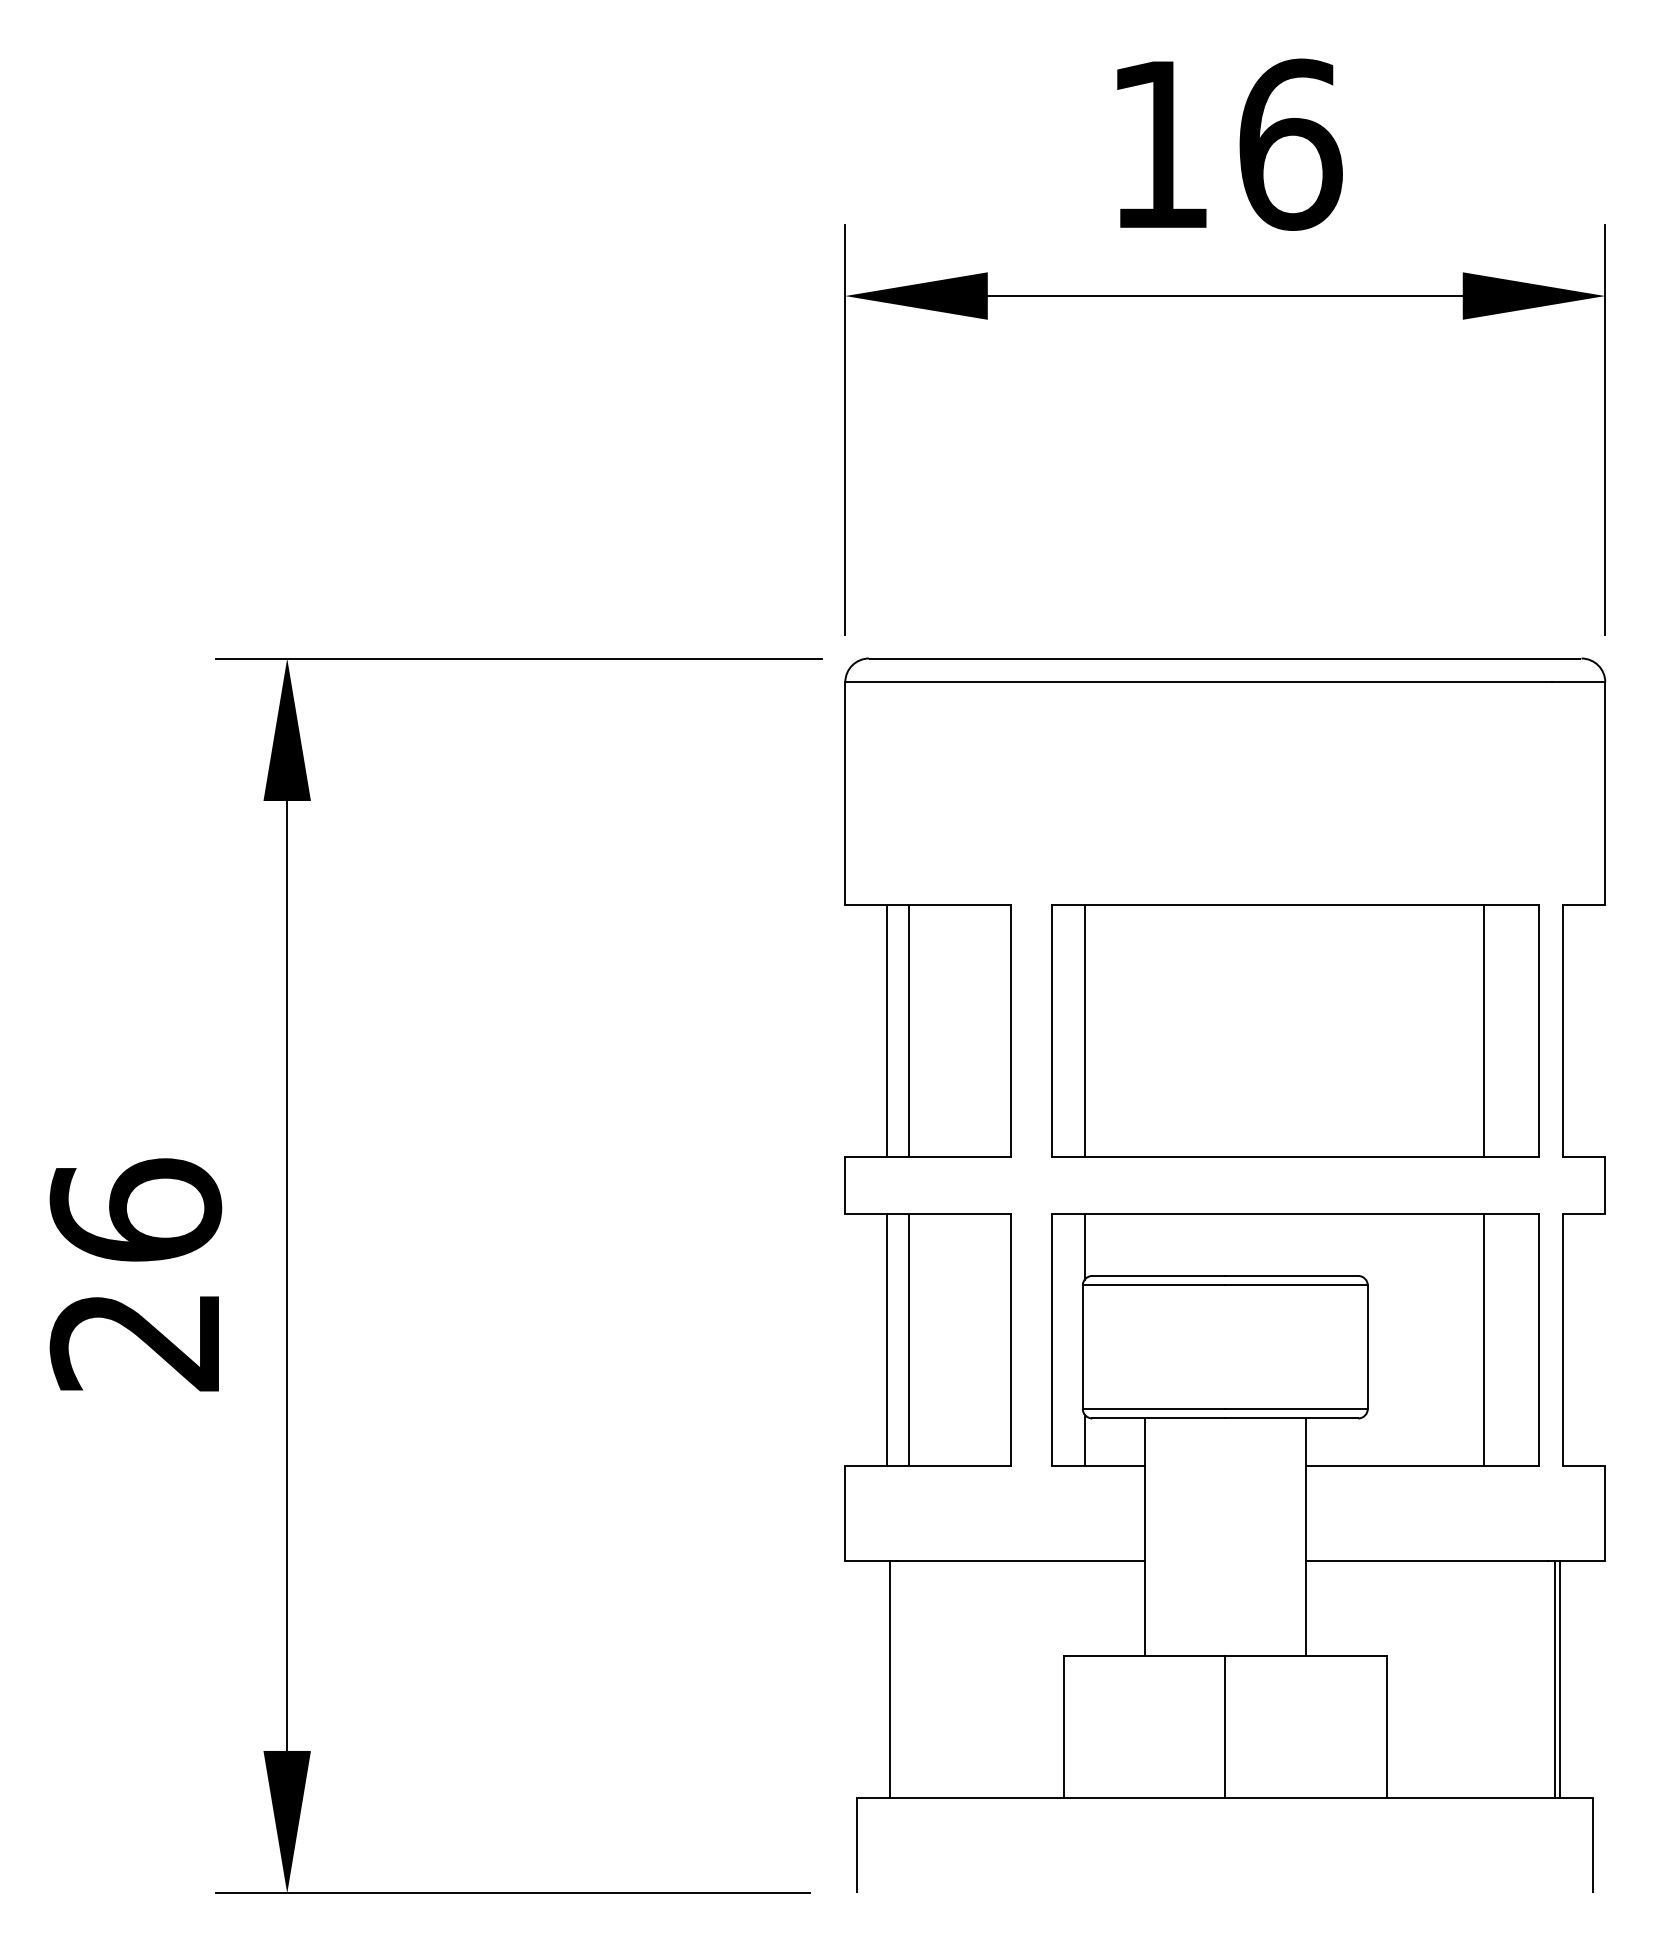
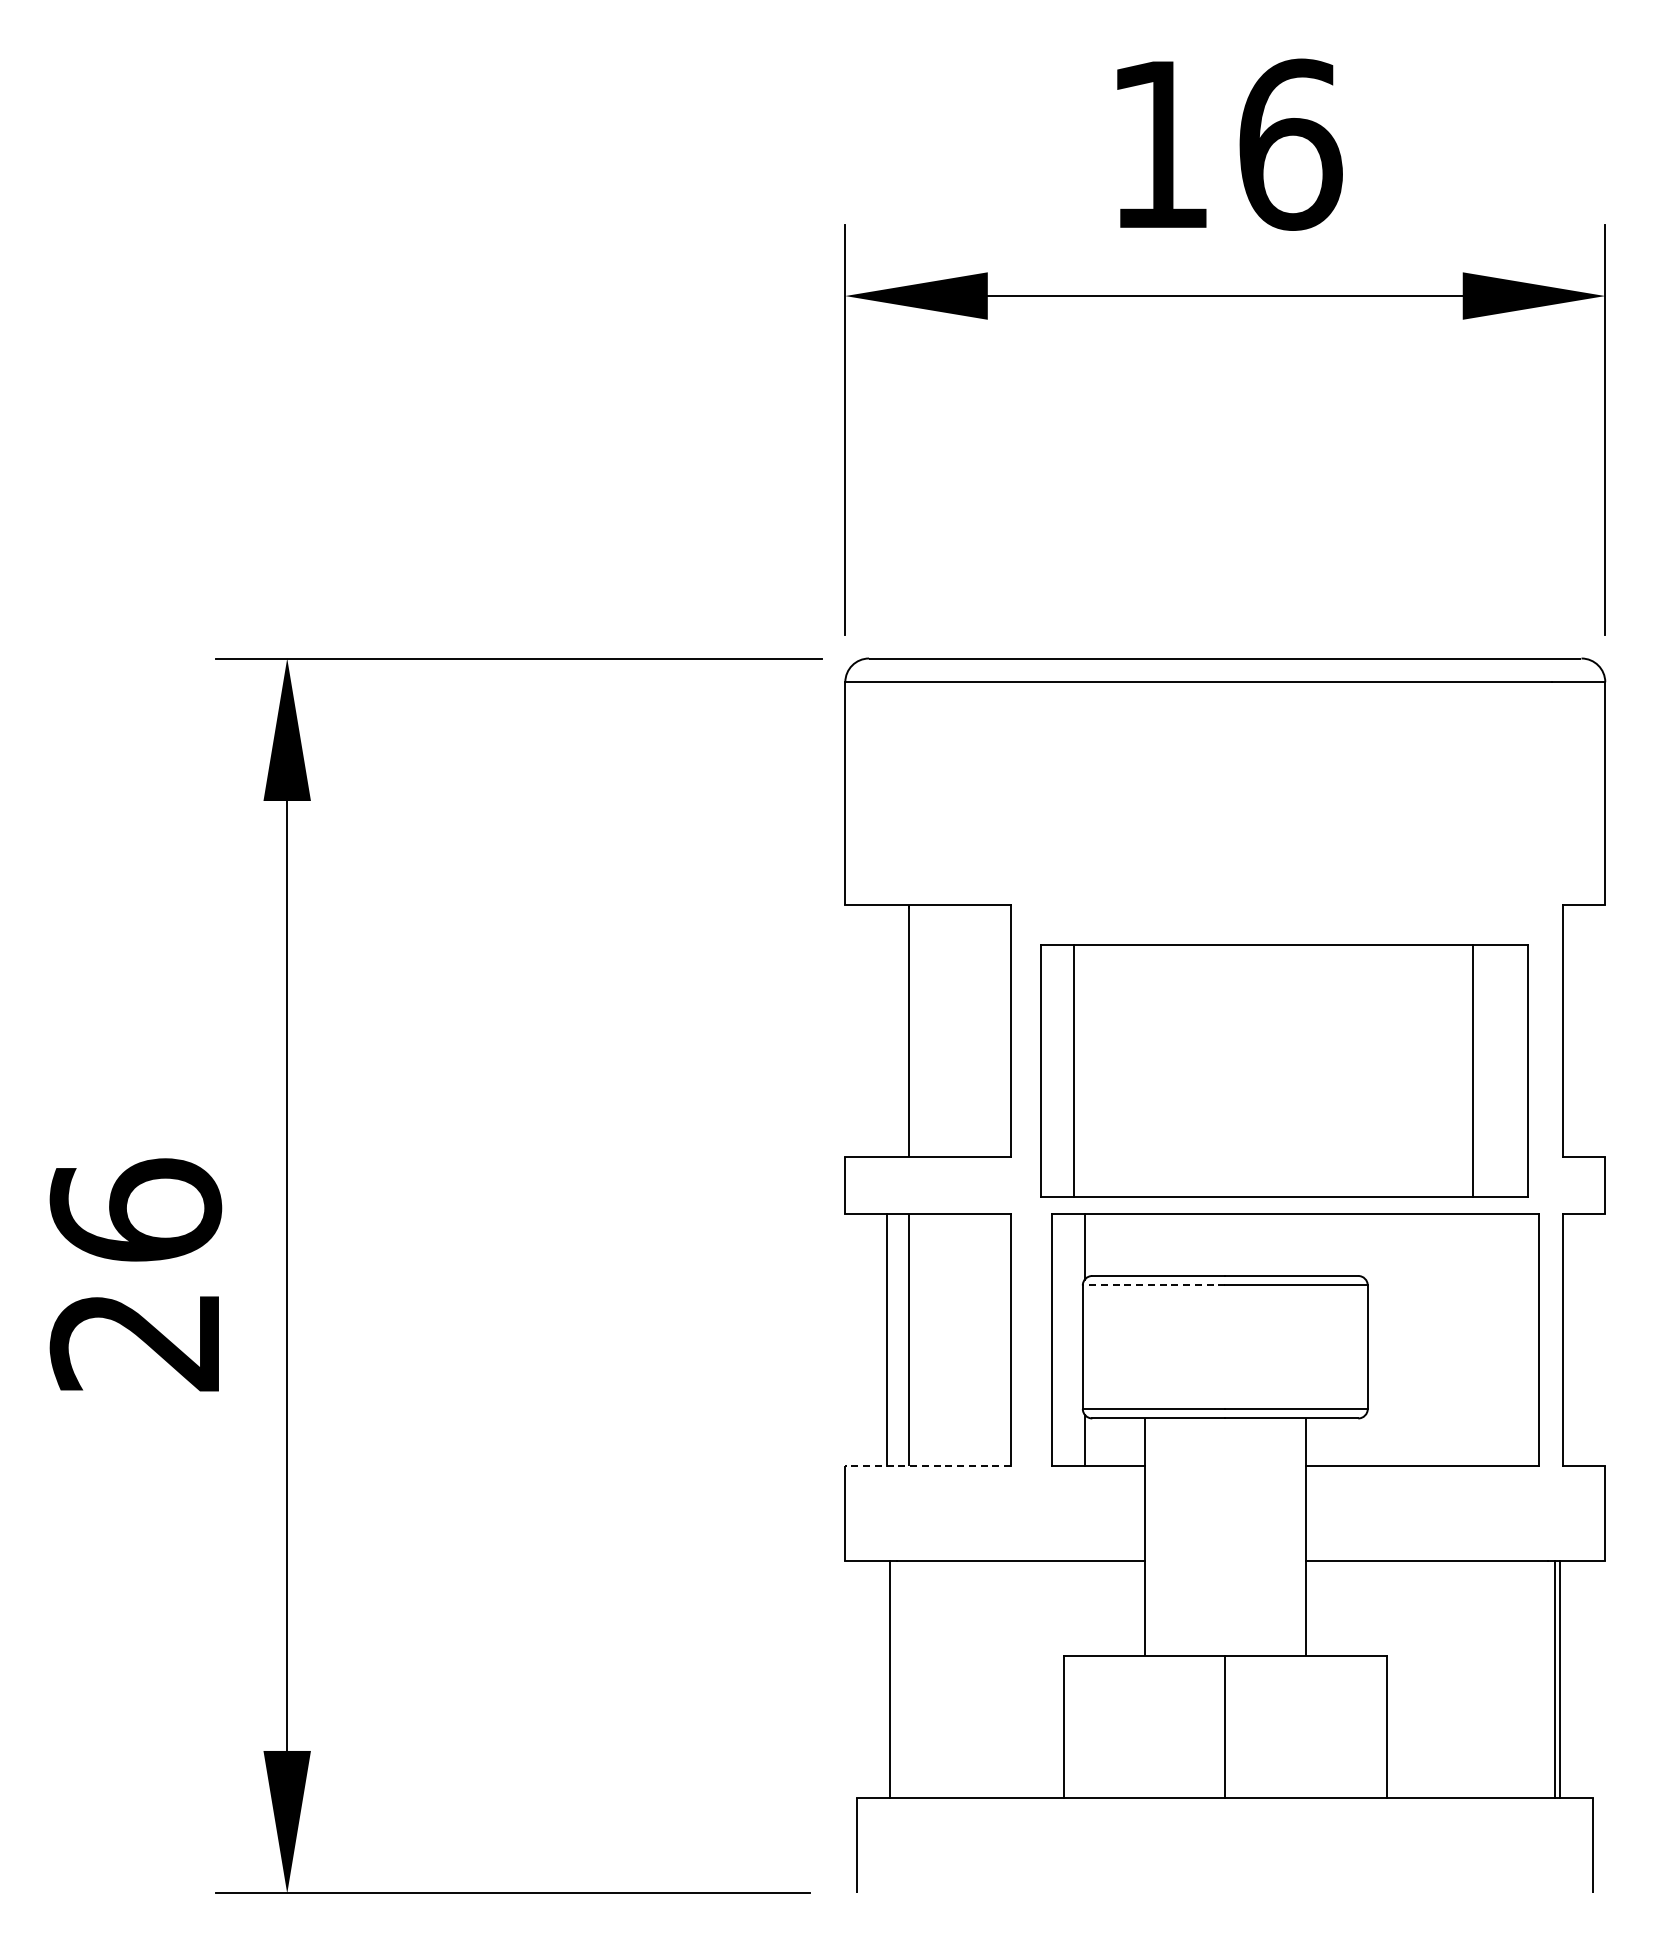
part at (1295, 1030) position: (1295, 1030) -> (1284, 1070)
line at (887, 1031): present -> none
line at (1153, 1285): solid -> dashed
line at (1483, 1339): present -> none
line at (928, 1465): solid -> dashed
